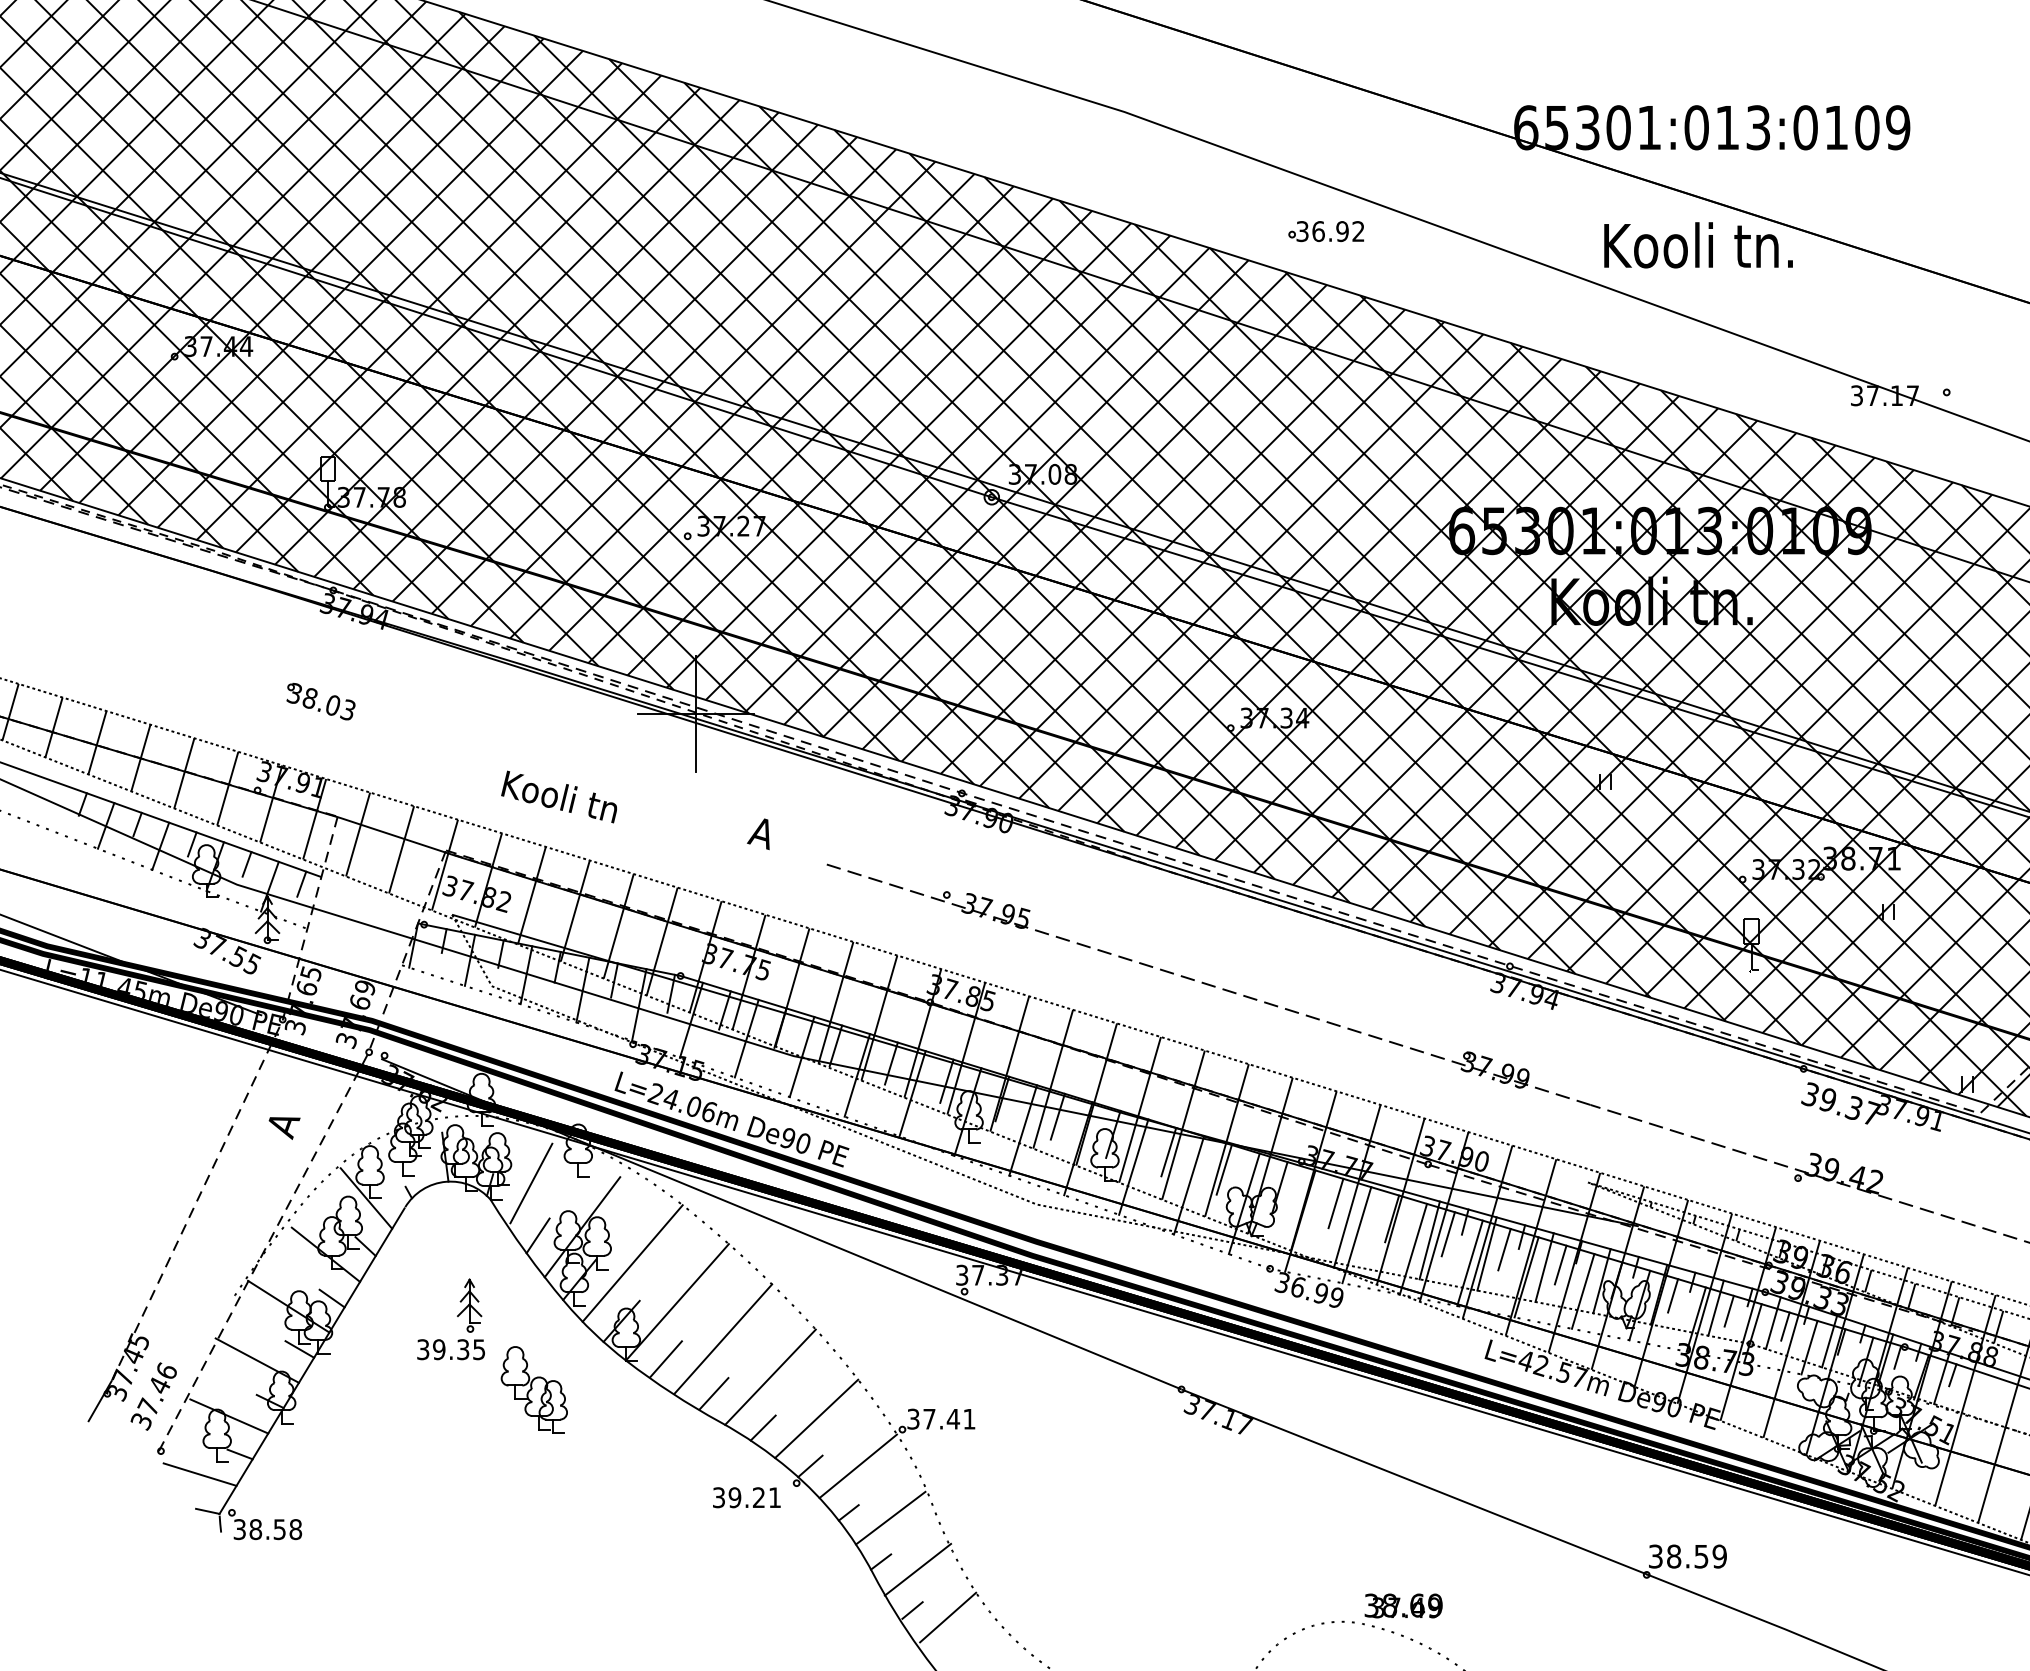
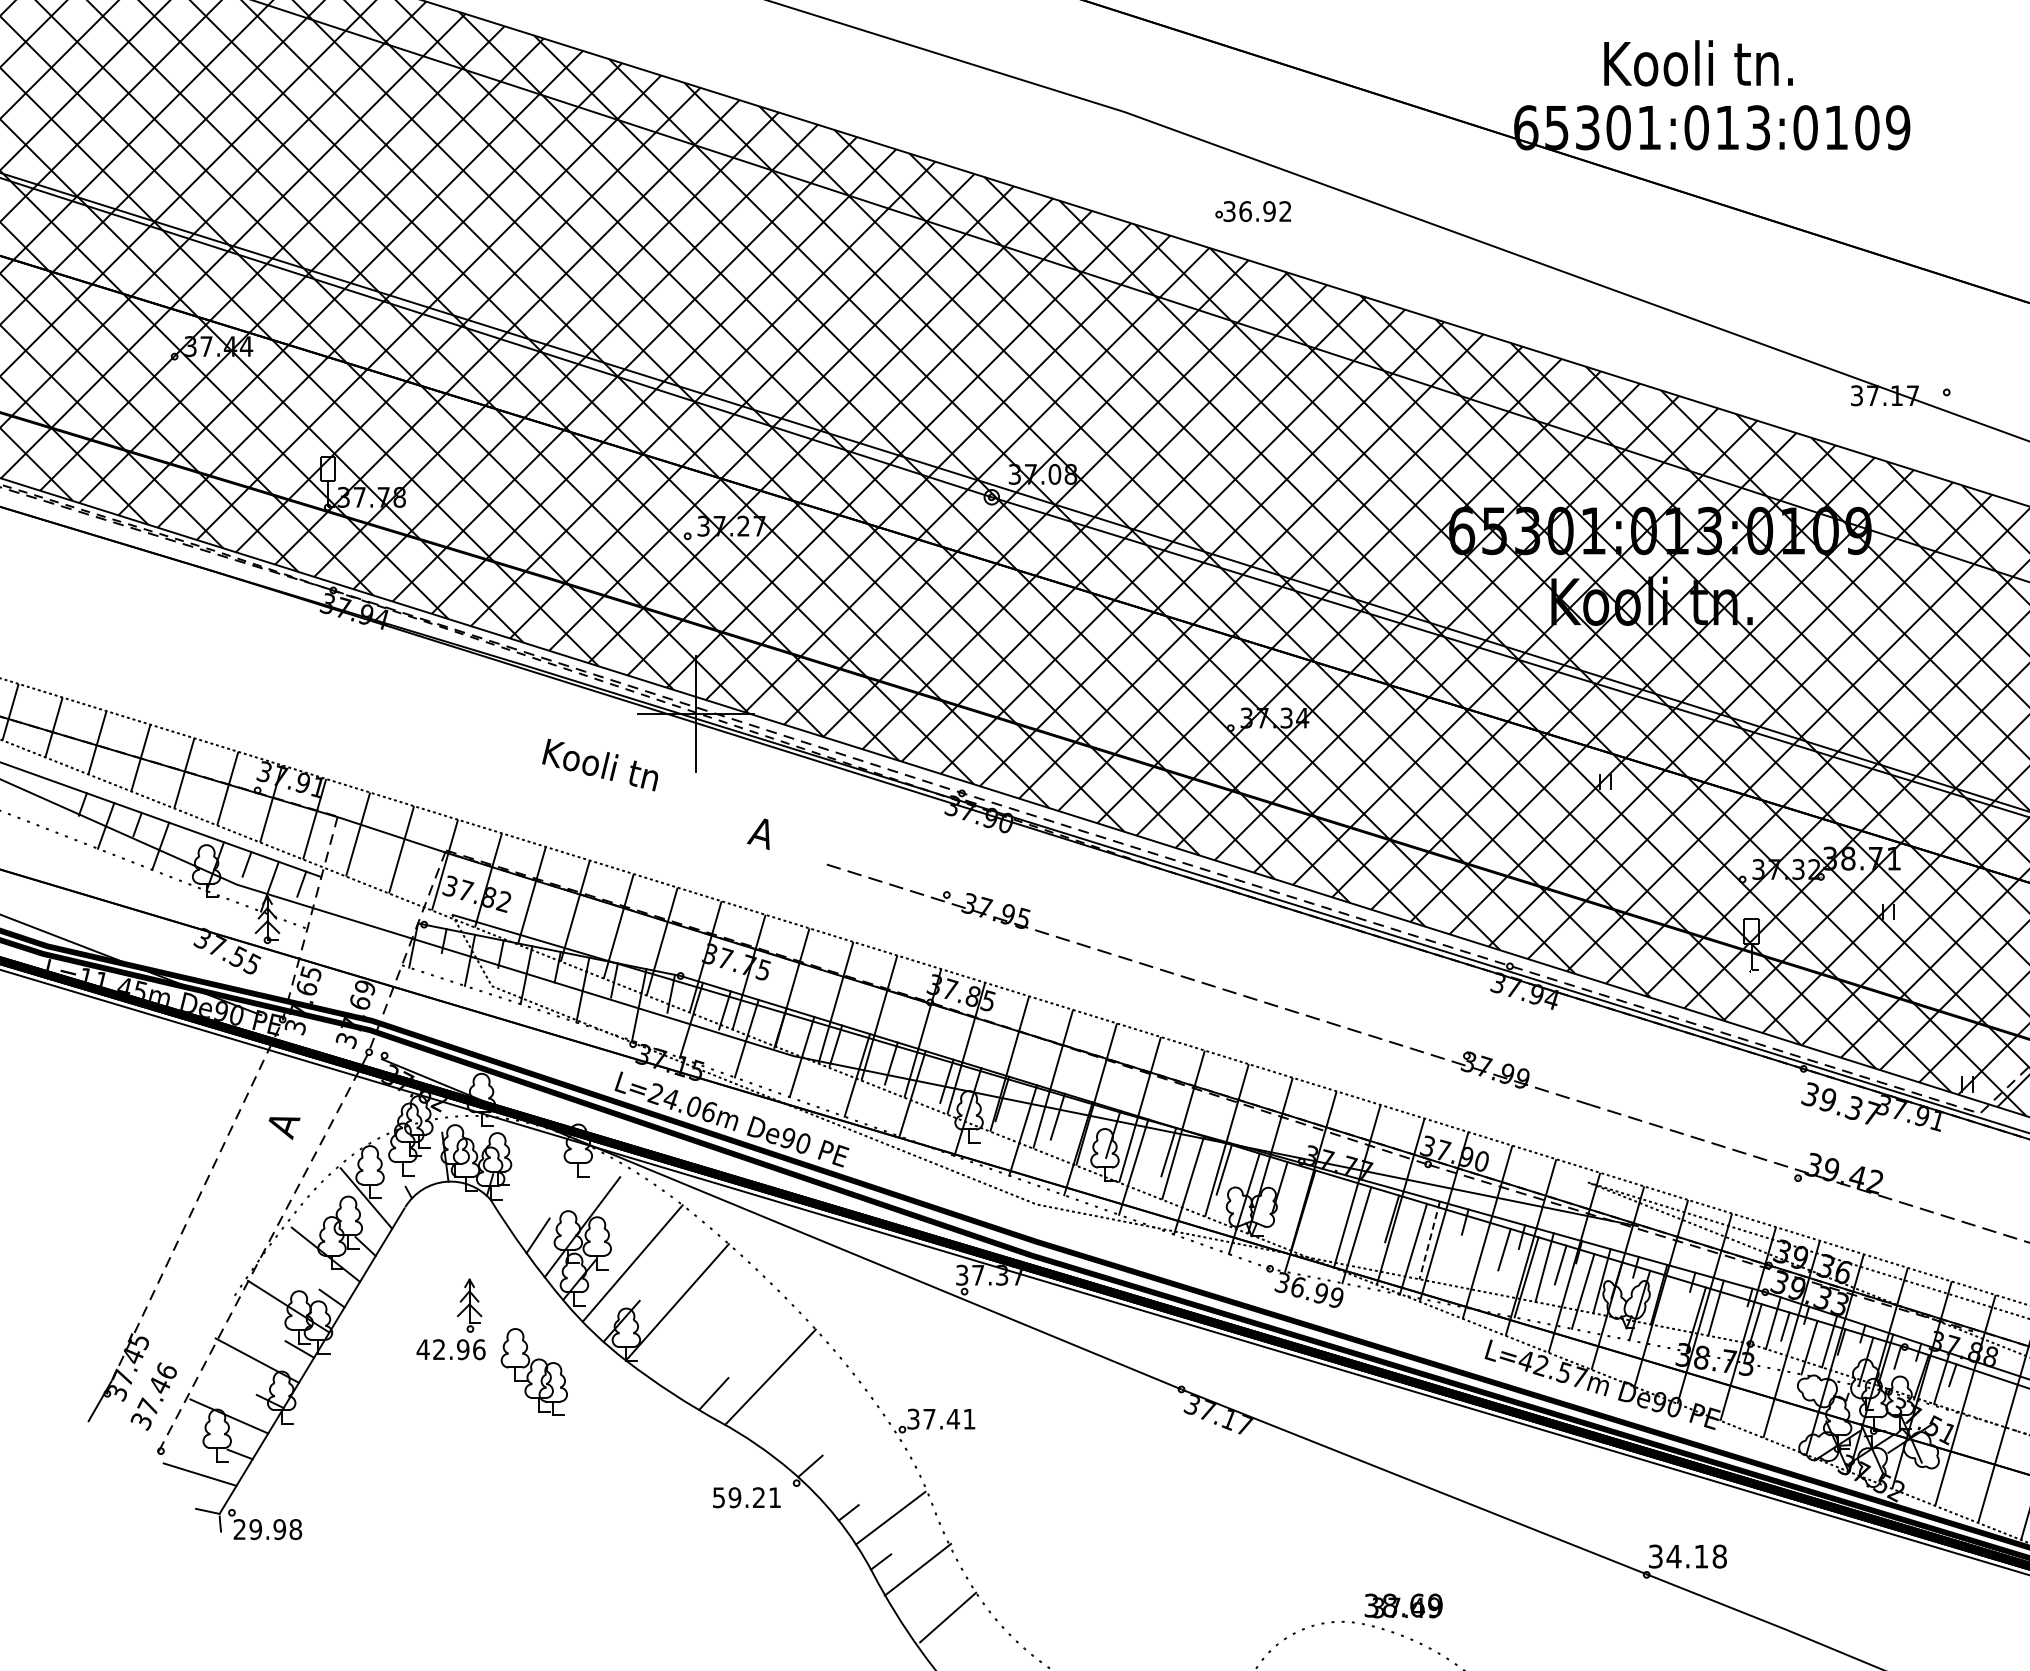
part at (1325, 231) position: (1325, 231) -> (1252, 211)
text at (1698, 245) position: (1698, 245) -> (1698, 63)
part at (320, 701): present -> none
text at (558, 796) position: (558, 796) -> (599, 764)
line at (192, 844): present -> none
line at (531, 1183): present -> none
line at (1335, 1203): present -> none
line at (1447, 1234): present -> none
line at (1429, 1240): solid -> dashed
line at (1486, 1253): present -> none
line at (1469, 1263): present -> none
hatch at (1805, 1265): present -> none
line at (1673, 1295): present -> none
line at (1728, 1310): present -> none
line at (723, 1338): present -> none
text at (450, 1349): 39.35 -> 42.96
line at (665, 1358): present -> none
part at (533, 1389) position: (533, 1389) -> (533, 1371)
line at (816, 1418): present -> none
line at (762, 1427): present -> none
line at (857, 1466): present -> none
text at (718, 1497): 39.21 -> 59.21
text at (259, 1529): 38.58 -> 29.98
text at (1696, 1556): 38.59 -> 34.18
line at (912, 1610): present -> none
